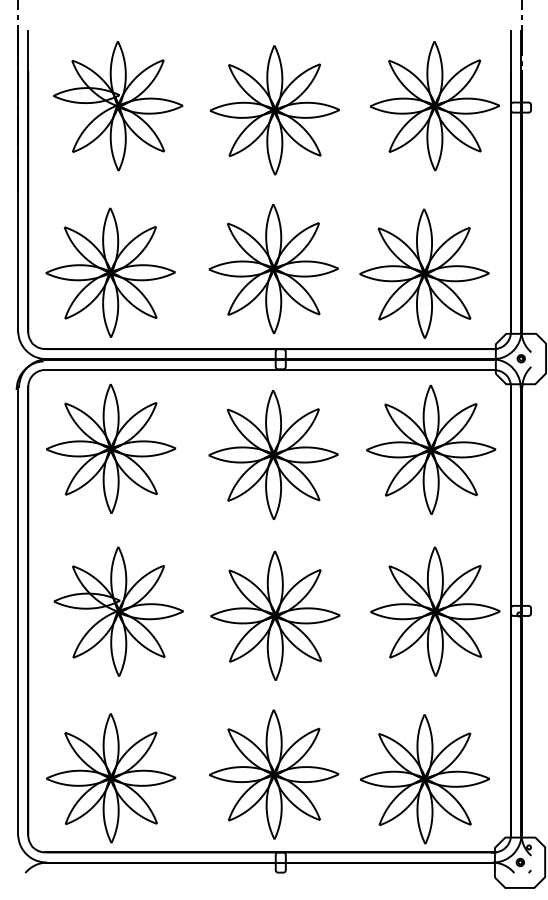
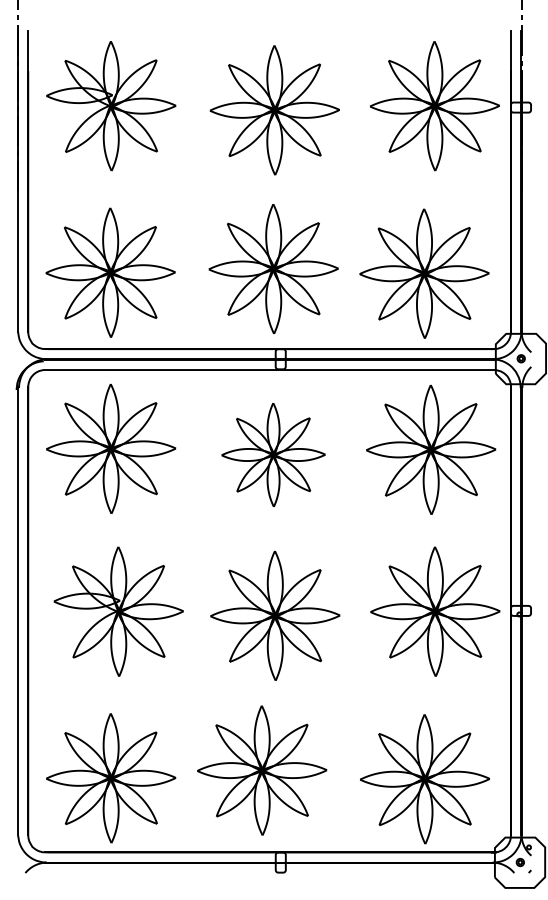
part at (118, 106) position: (118, 106) -> (111, 106)
part at (273, 454) size: 131x130 px -> 105x104 px
part at (274, 774) position: (274, 774) -> (262, 770)
